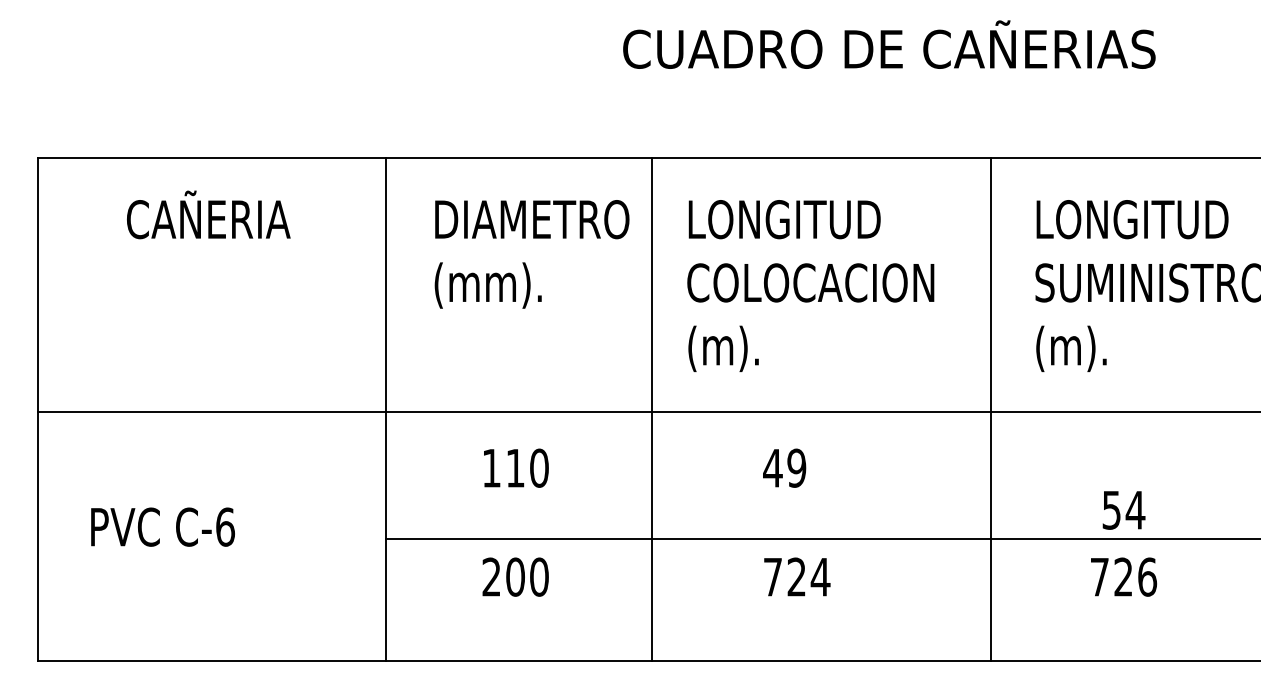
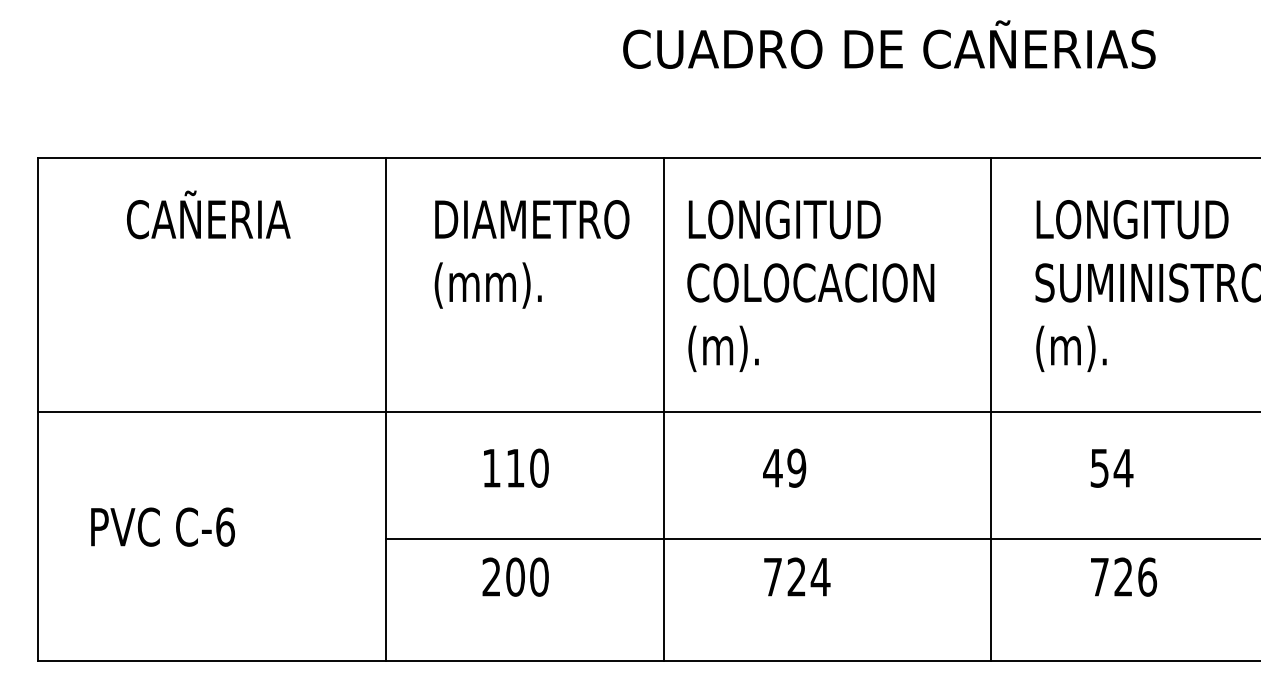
line at (652, 409) position: (652, 409) -> (664, 409)
text at (1123, 510) position: (1123, 510) -> (1111, 468)
